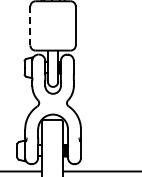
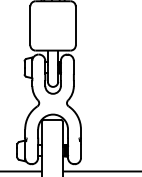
line at (30, 26): dashed -> solid
